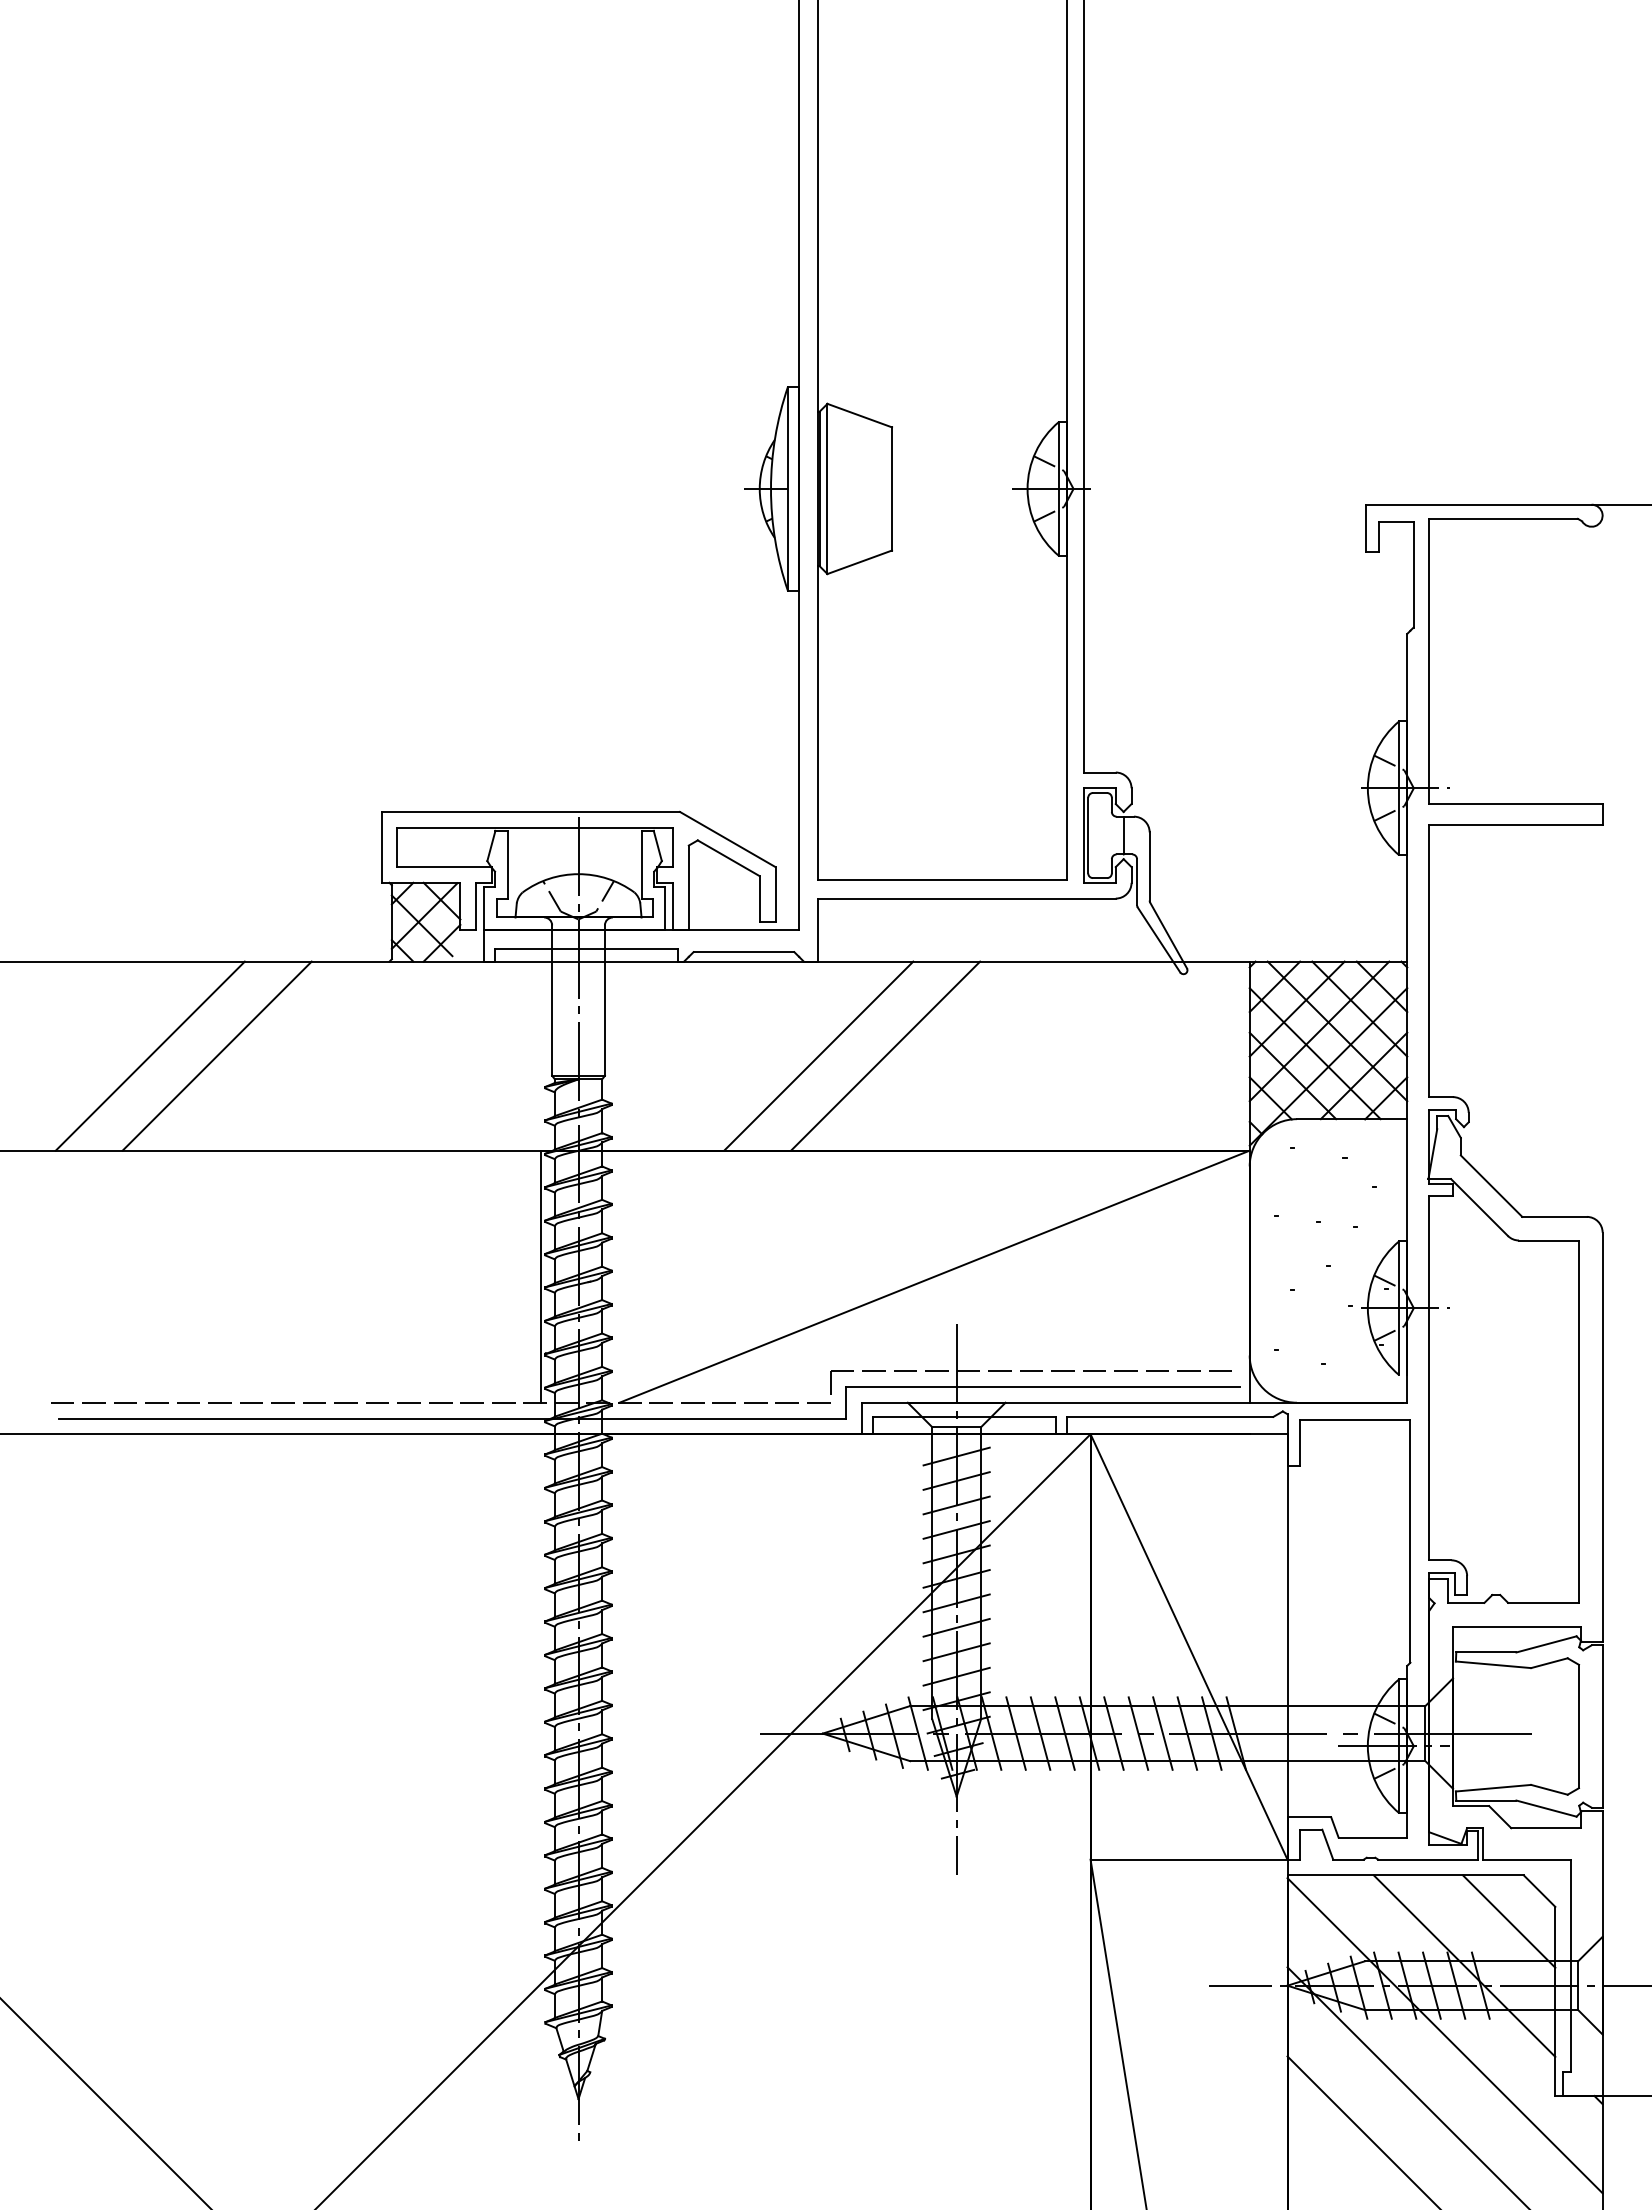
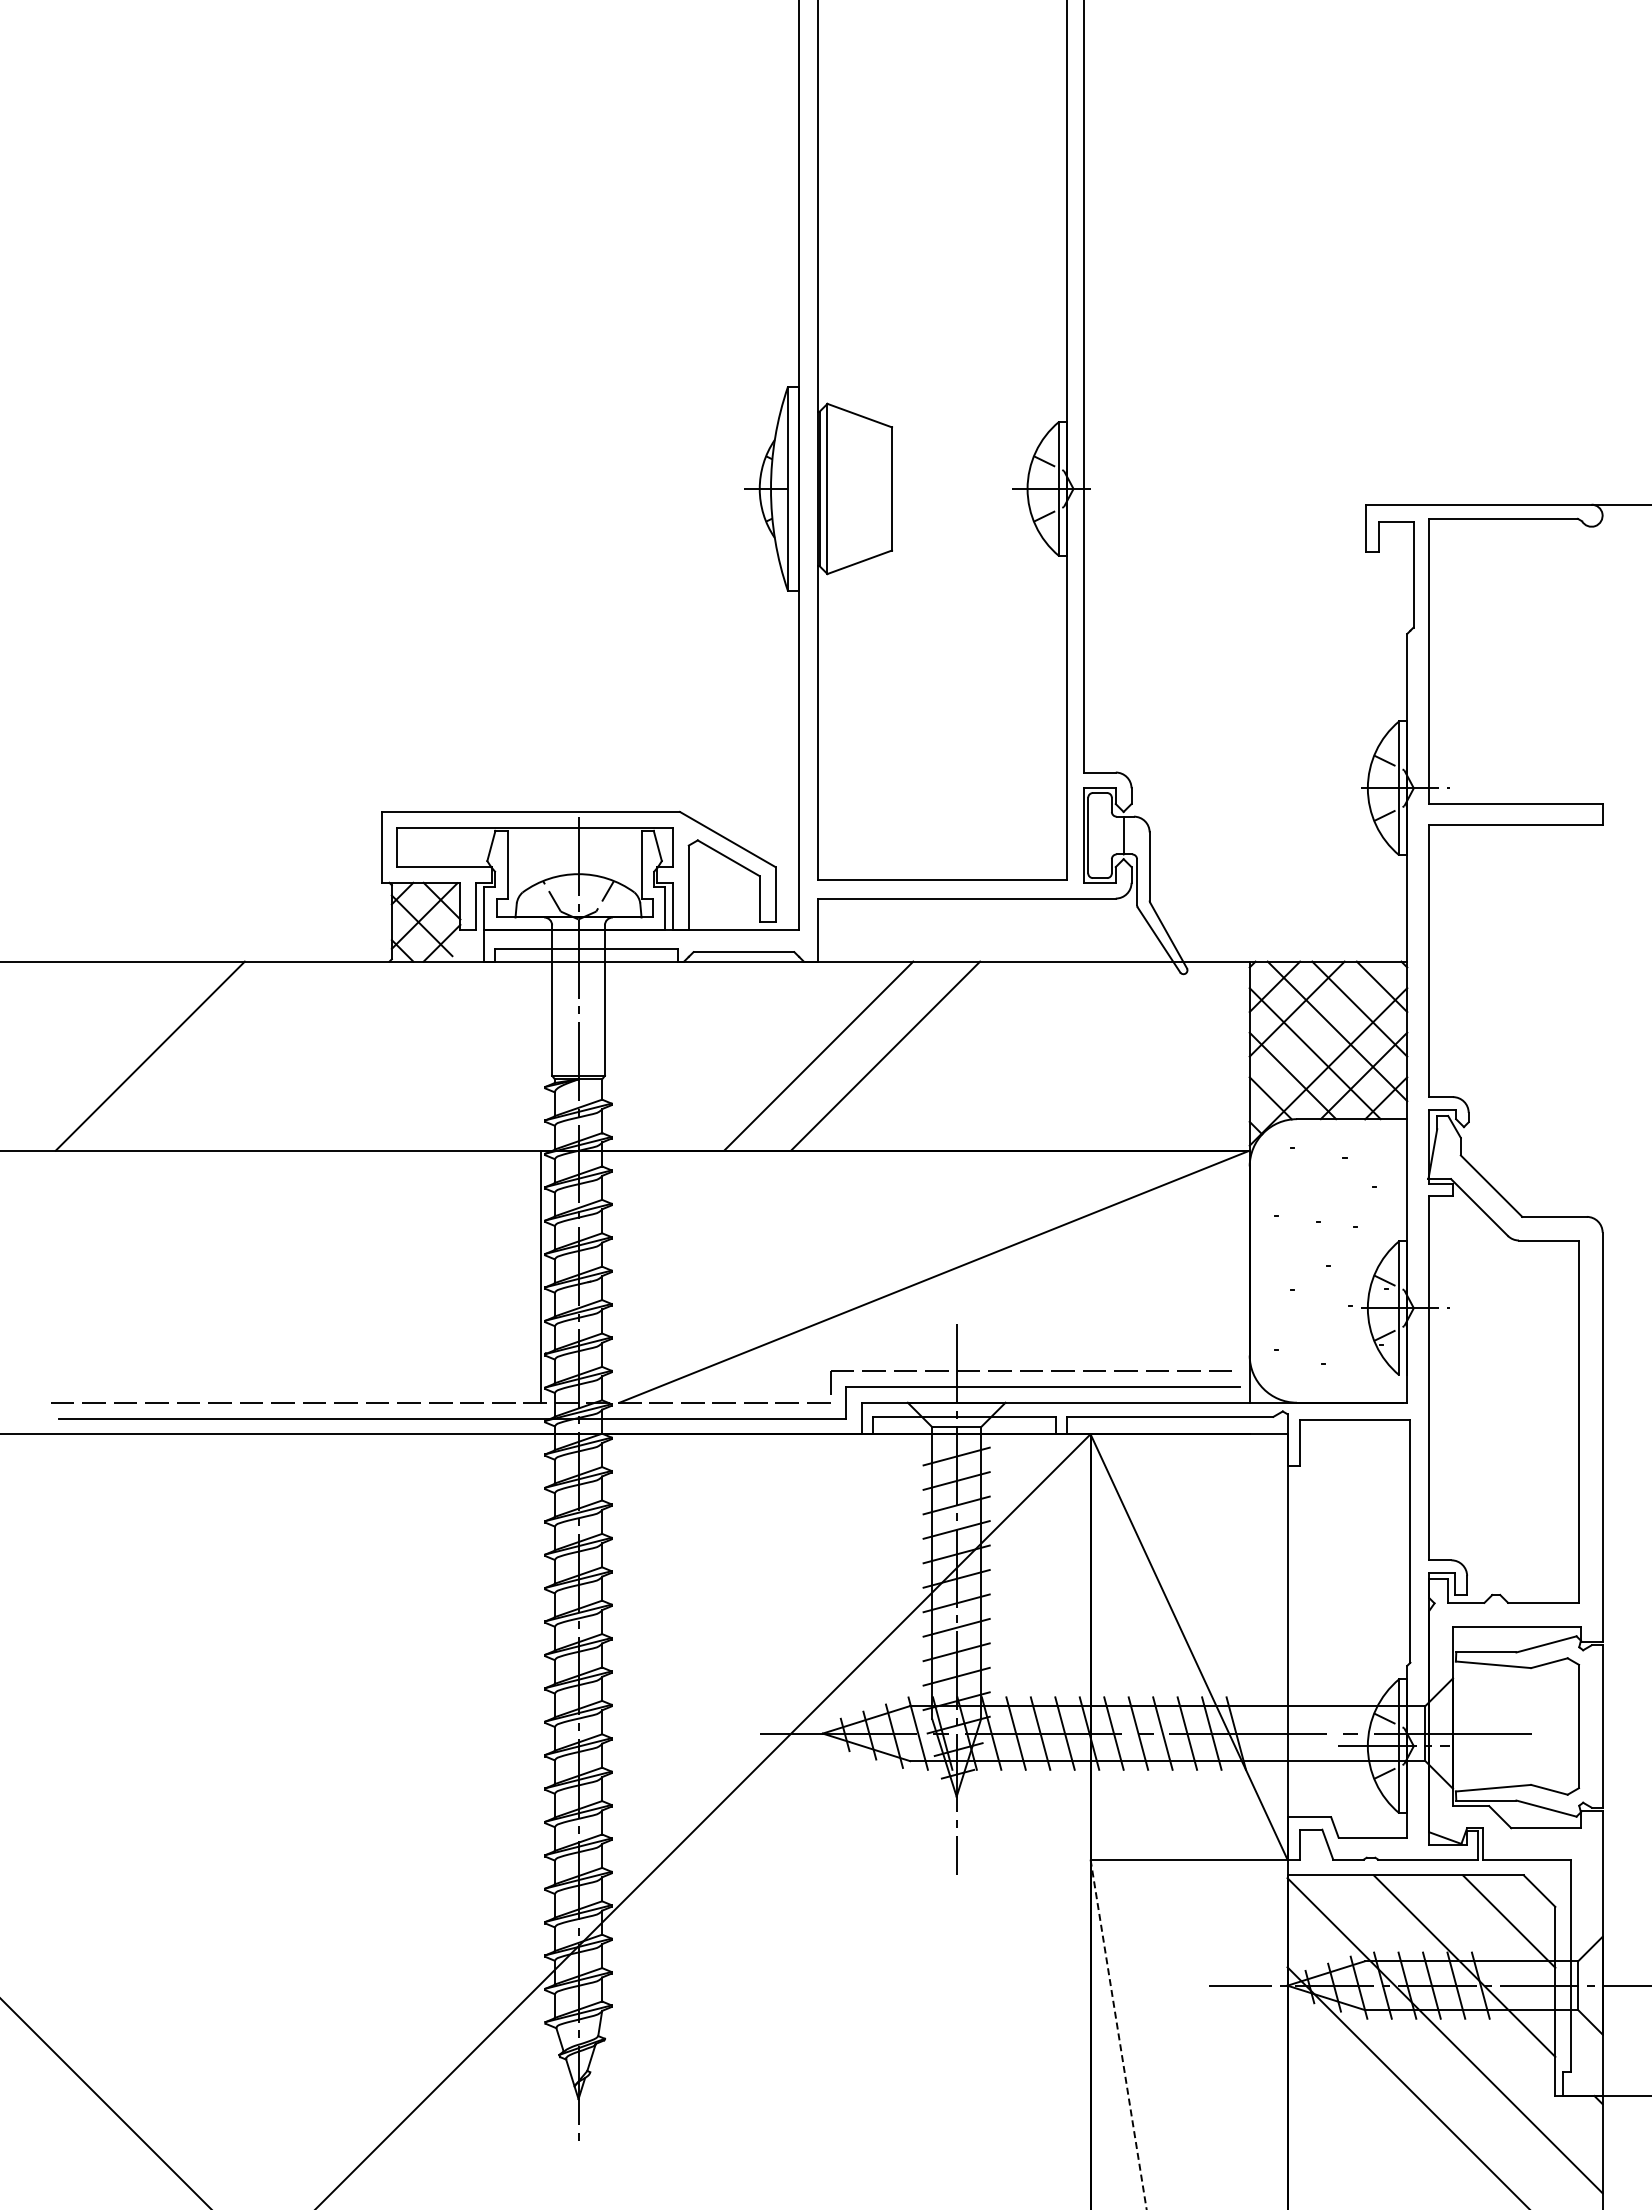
line at (1319, 1031): present -> none
line at (216, 1055): present -> none
line at (1118, 2034): solid -> dashed
line at (1362, 2131): present -> none
